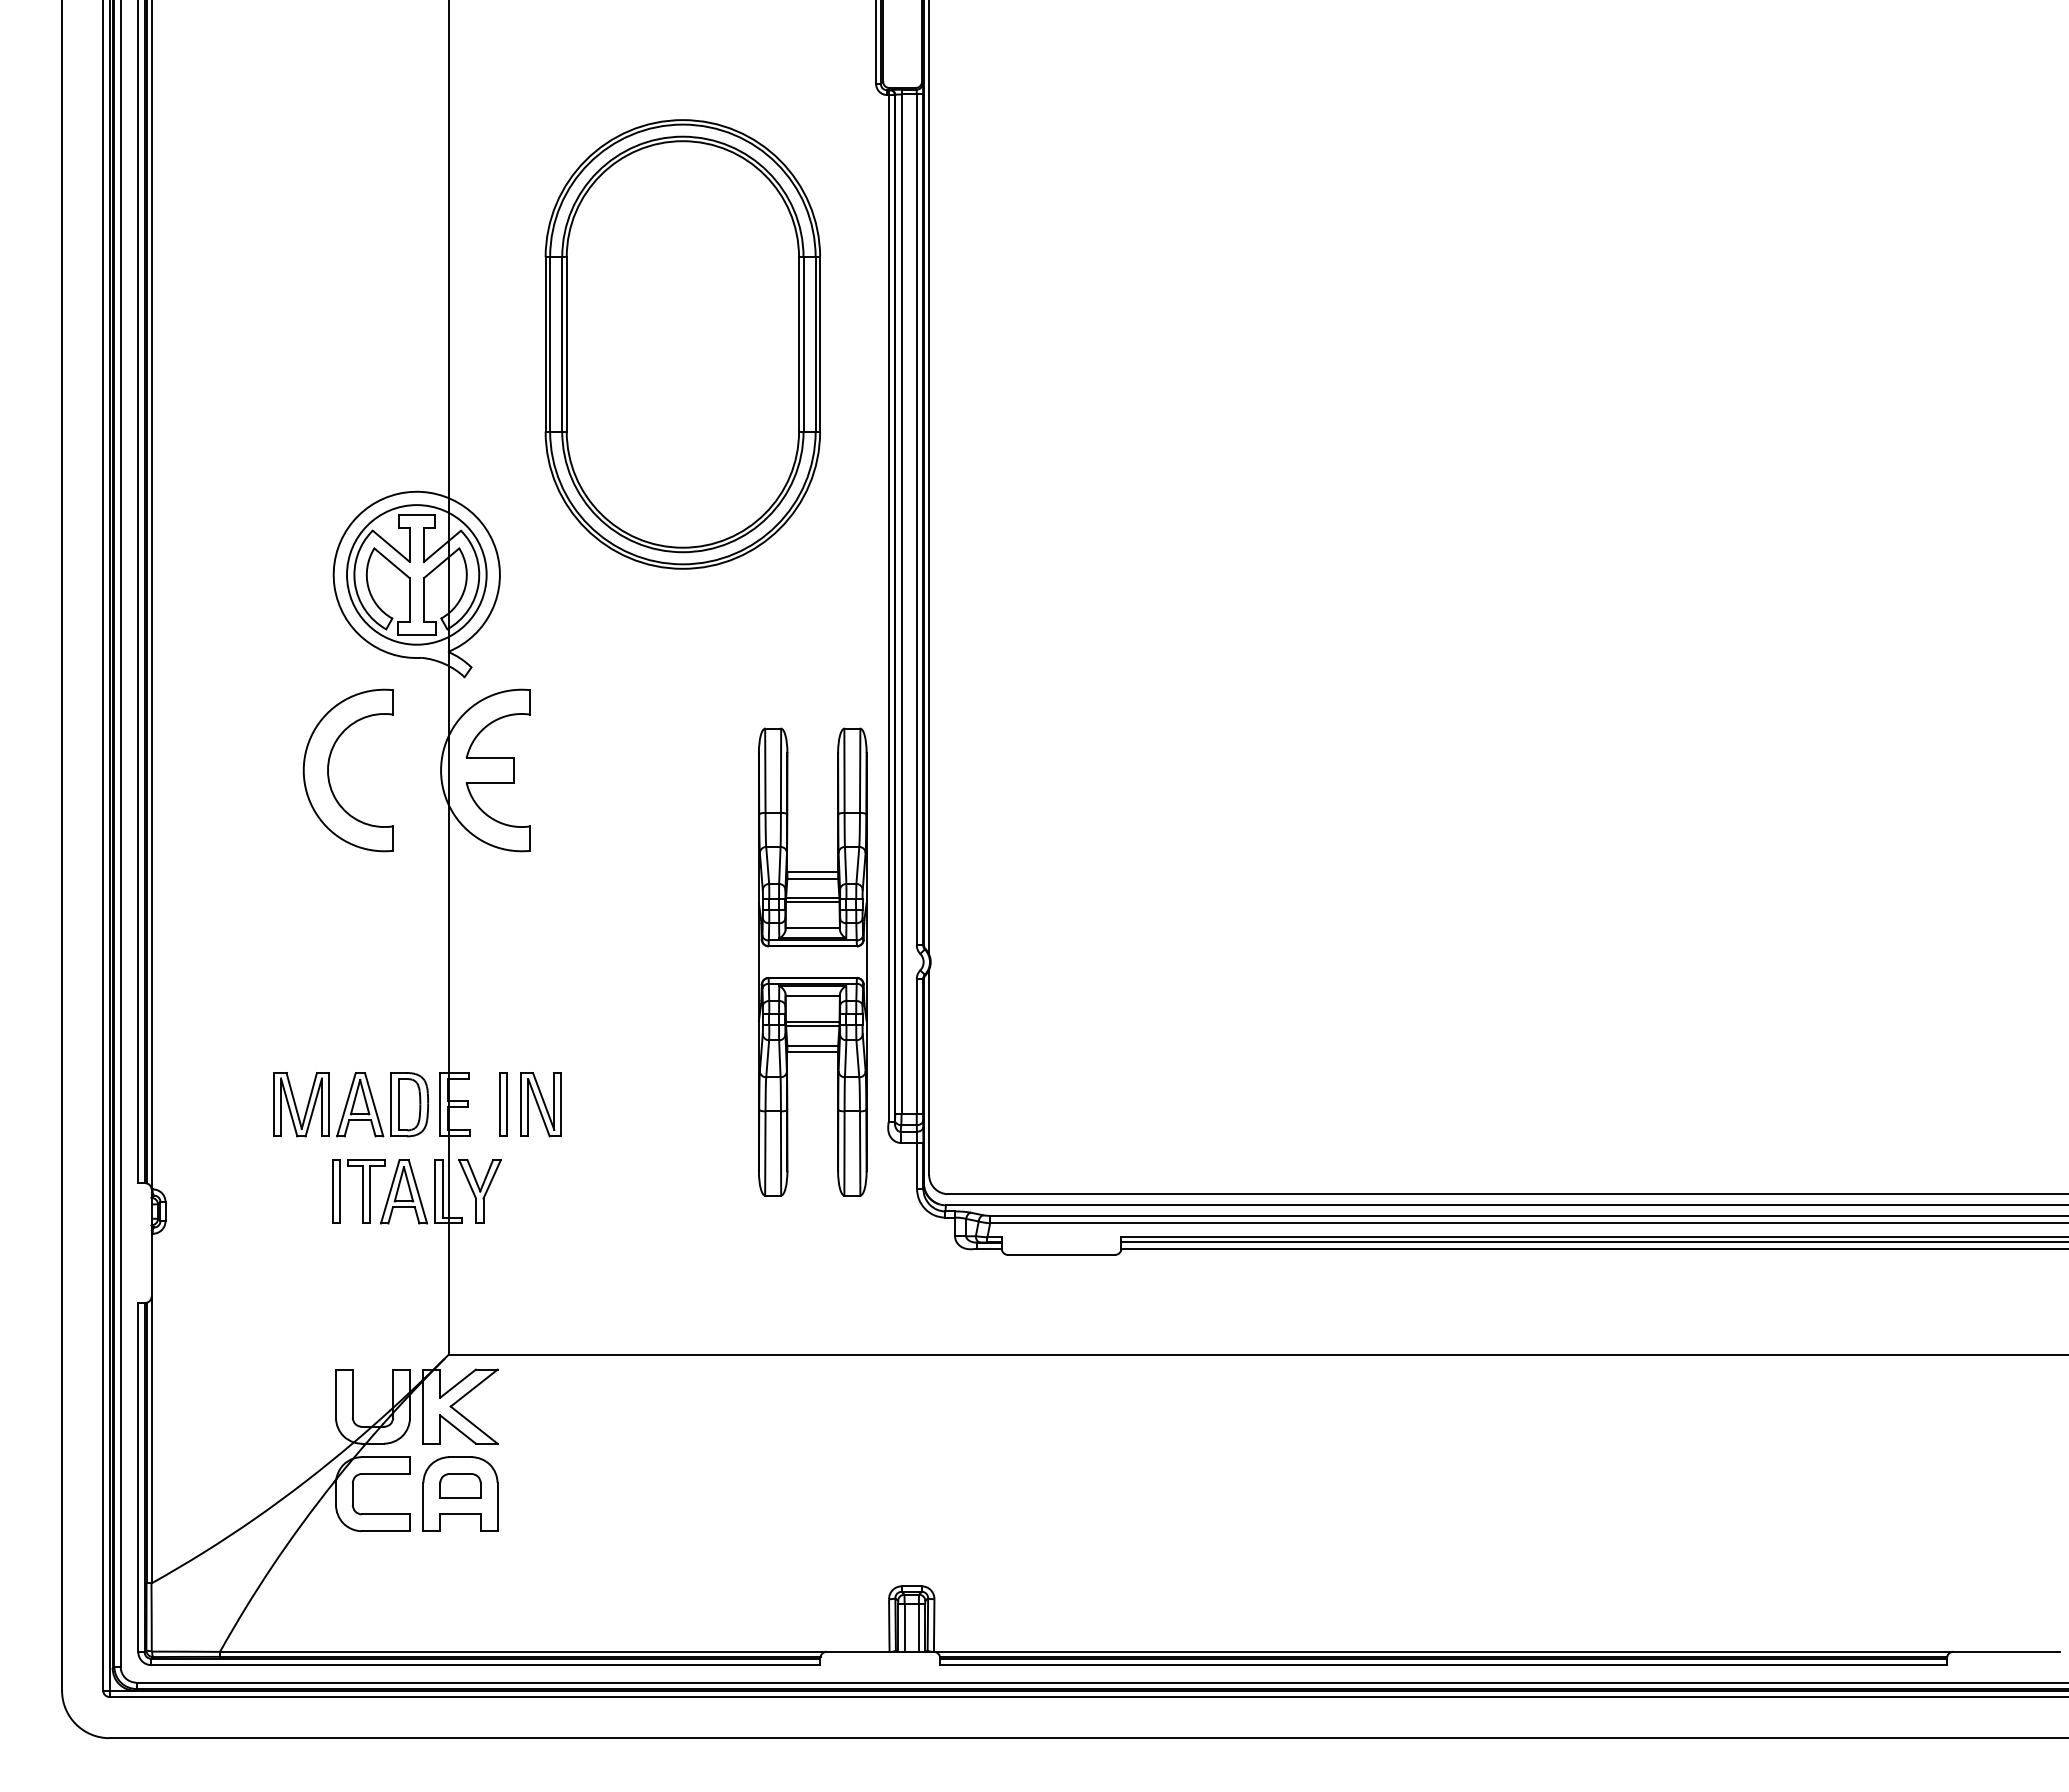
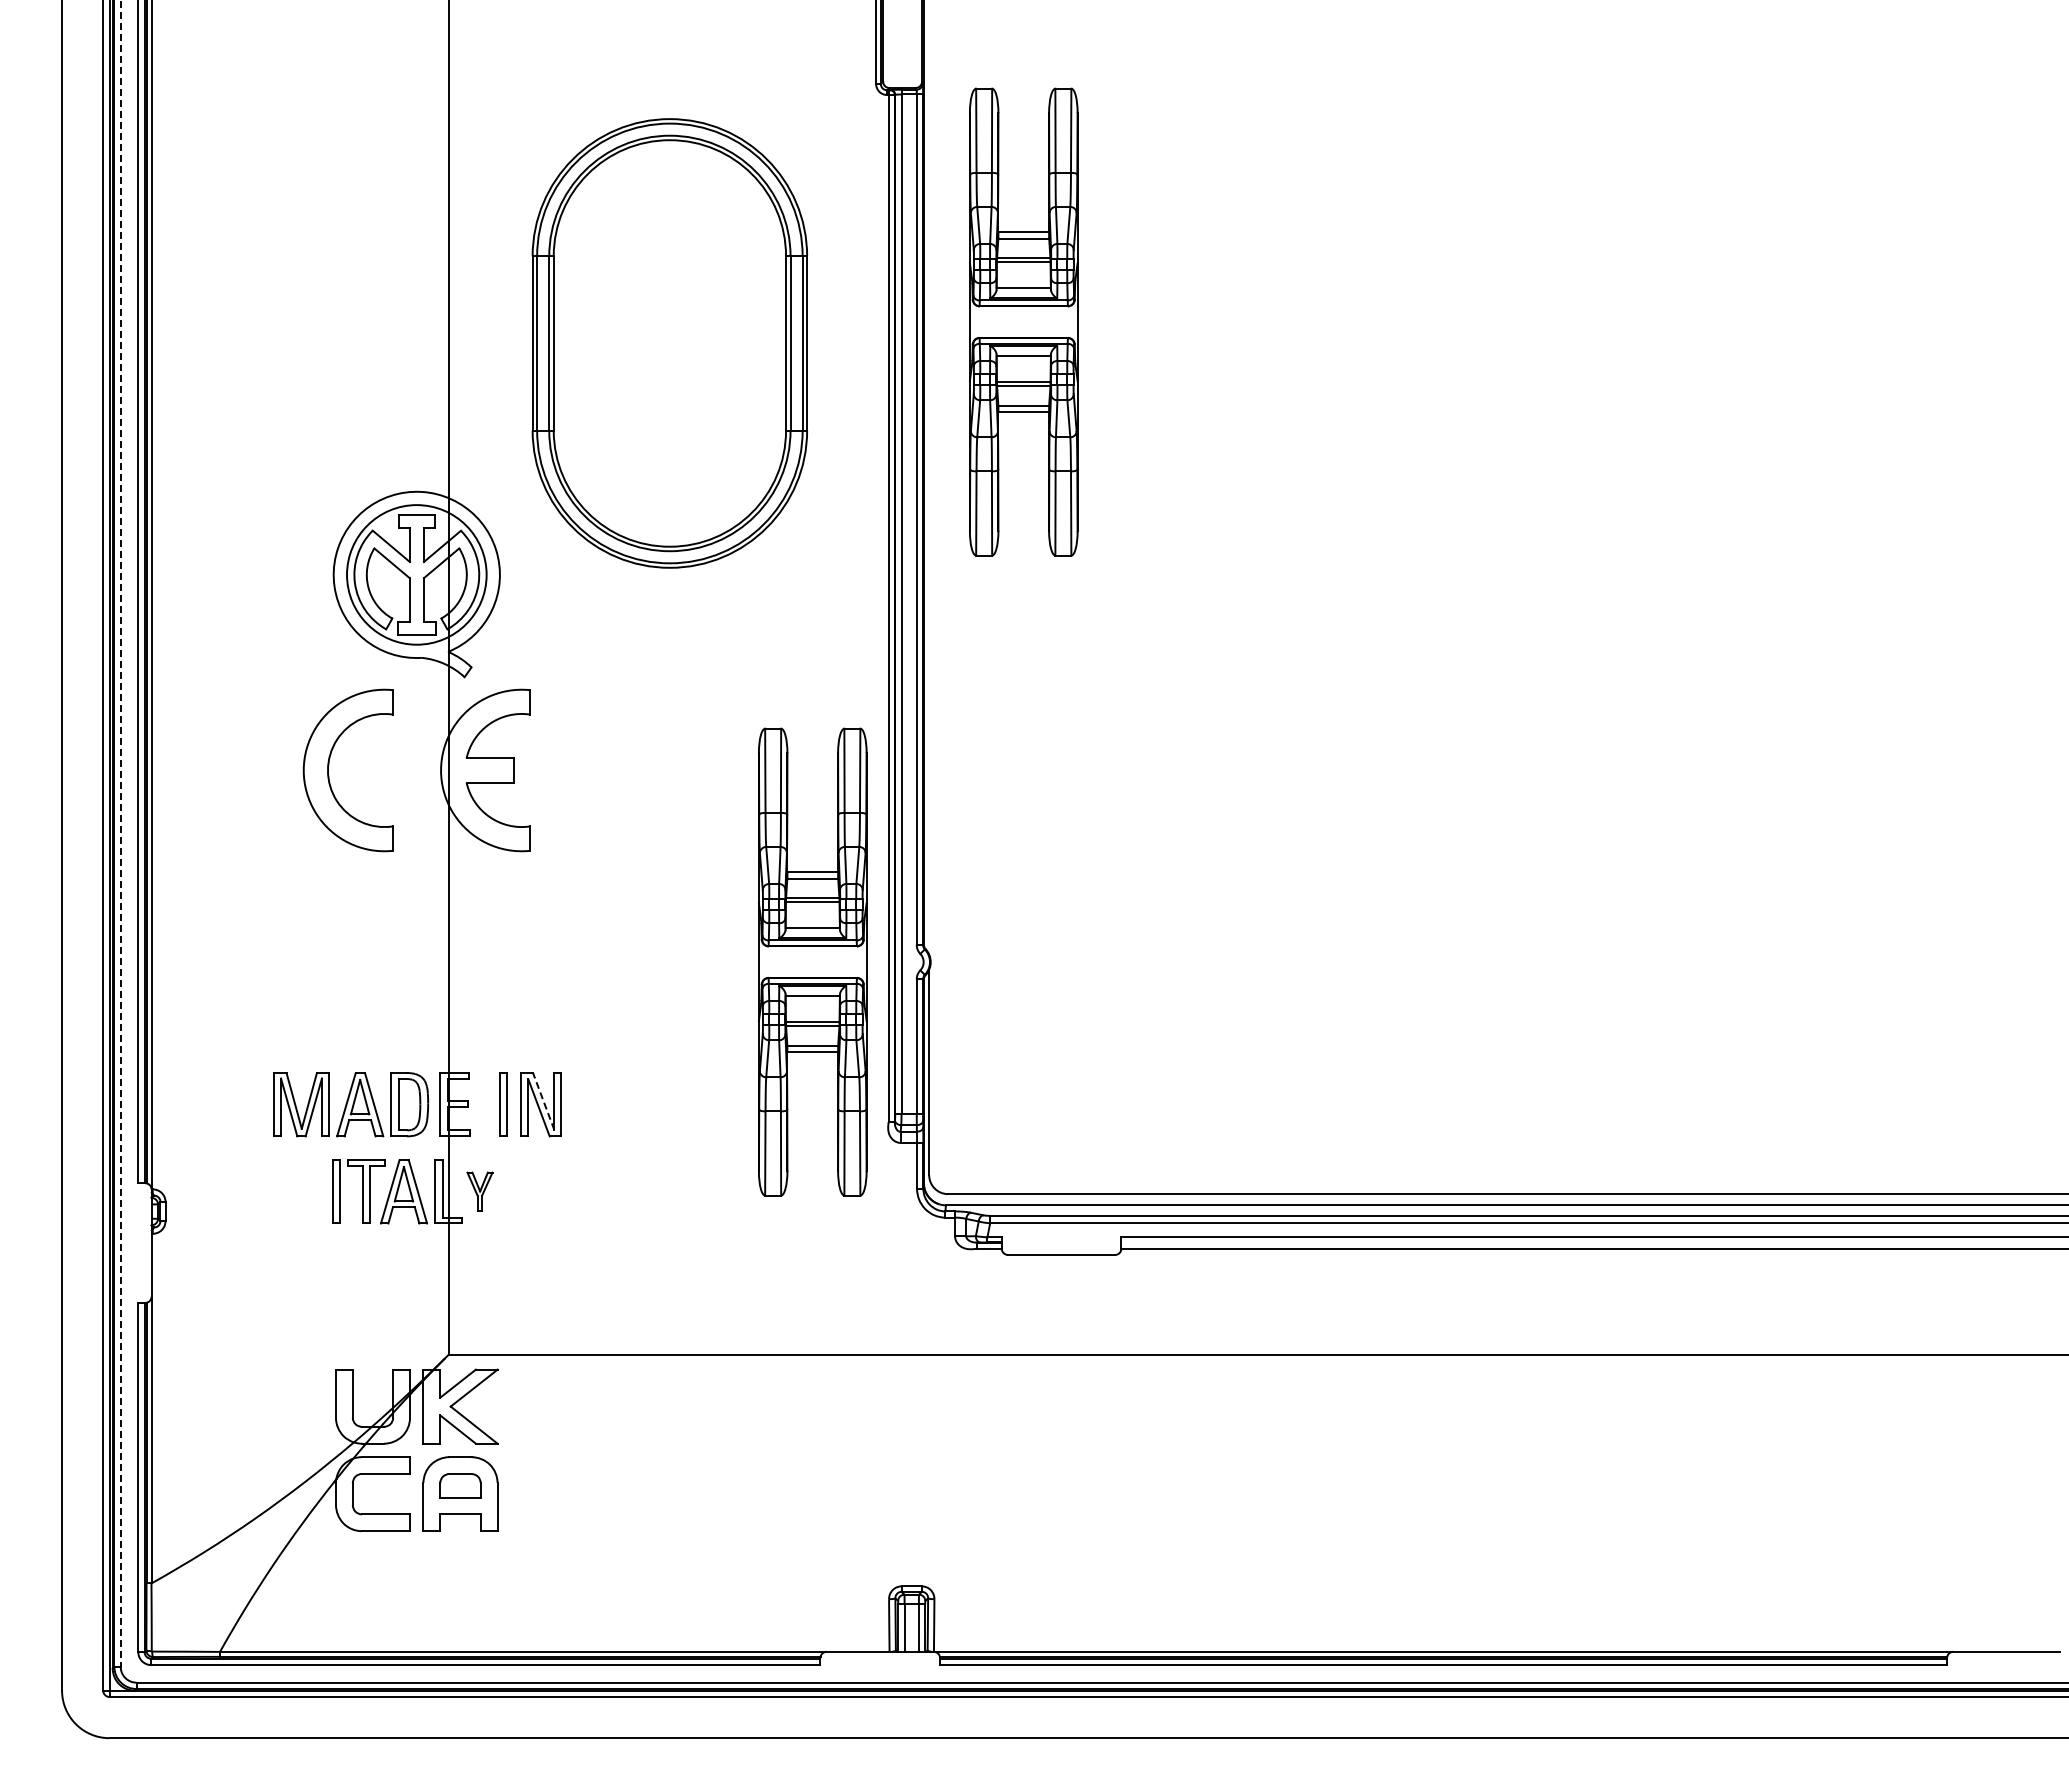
part at (1023, 321): none -> present
part at (682, 344) position: (682, 344) -> (669, 343)
line at (929, 478): present -> none
line at (120, 833): solid -> dashed
line at (543, 1101): solid -> dashed
part at (479, 1191) size: 44x65 px -> 28x41 px
line at (1593, 1242): present -> none
